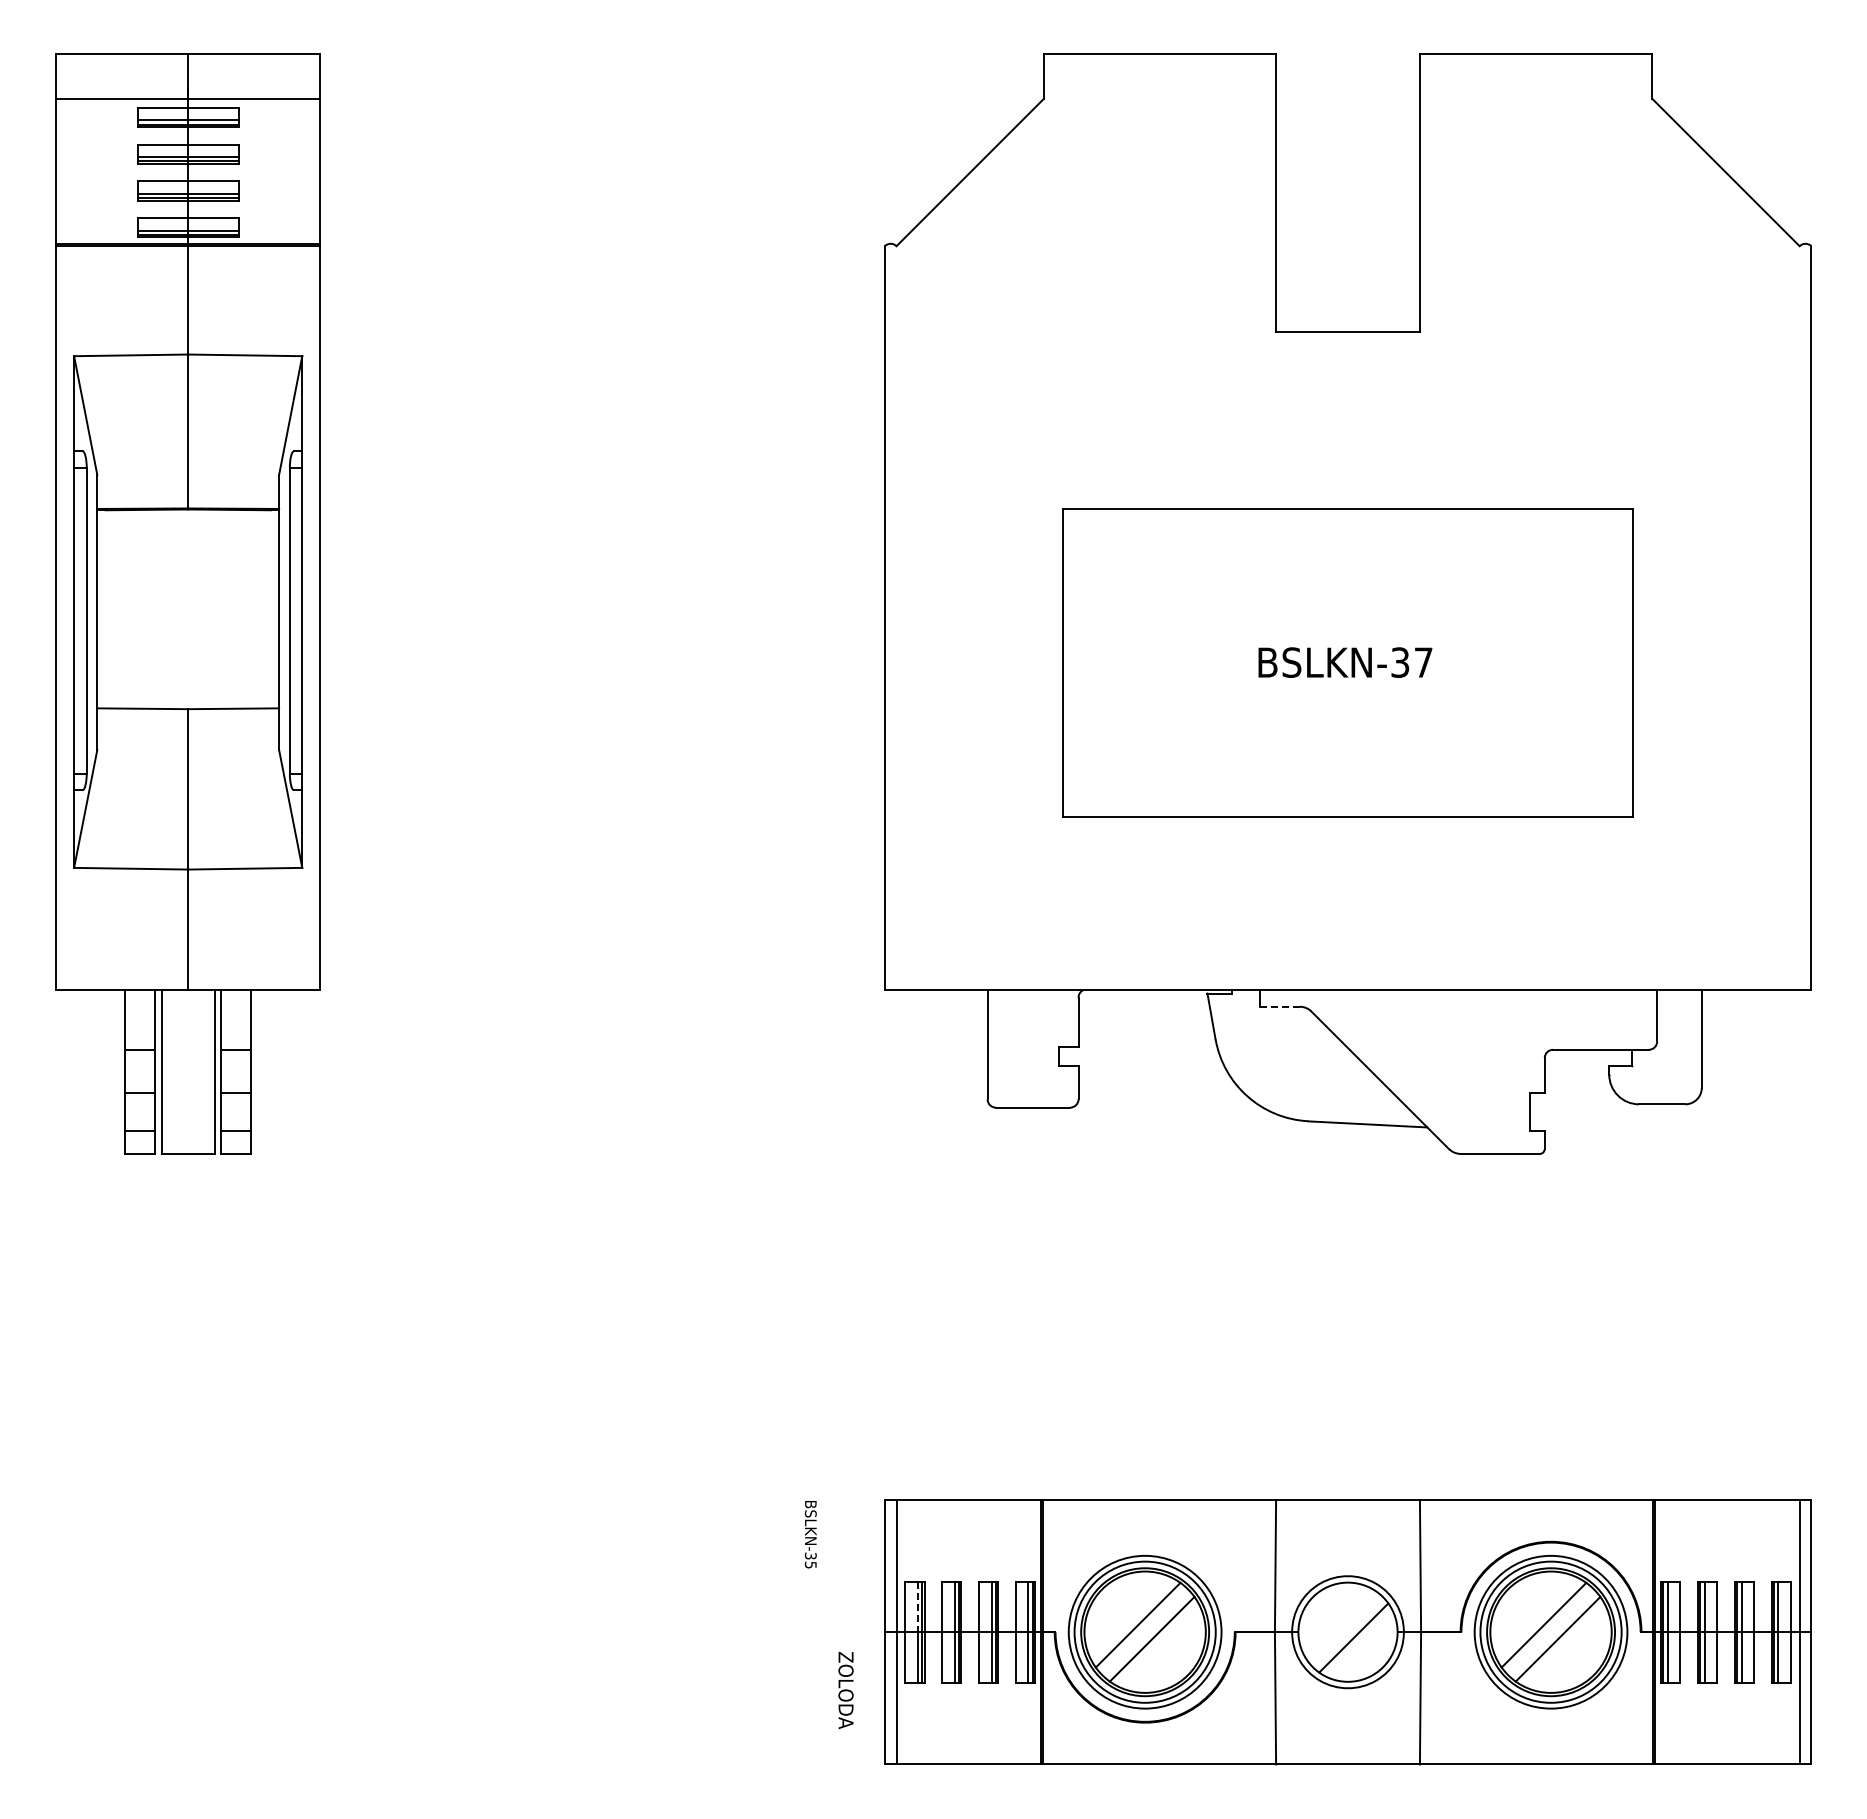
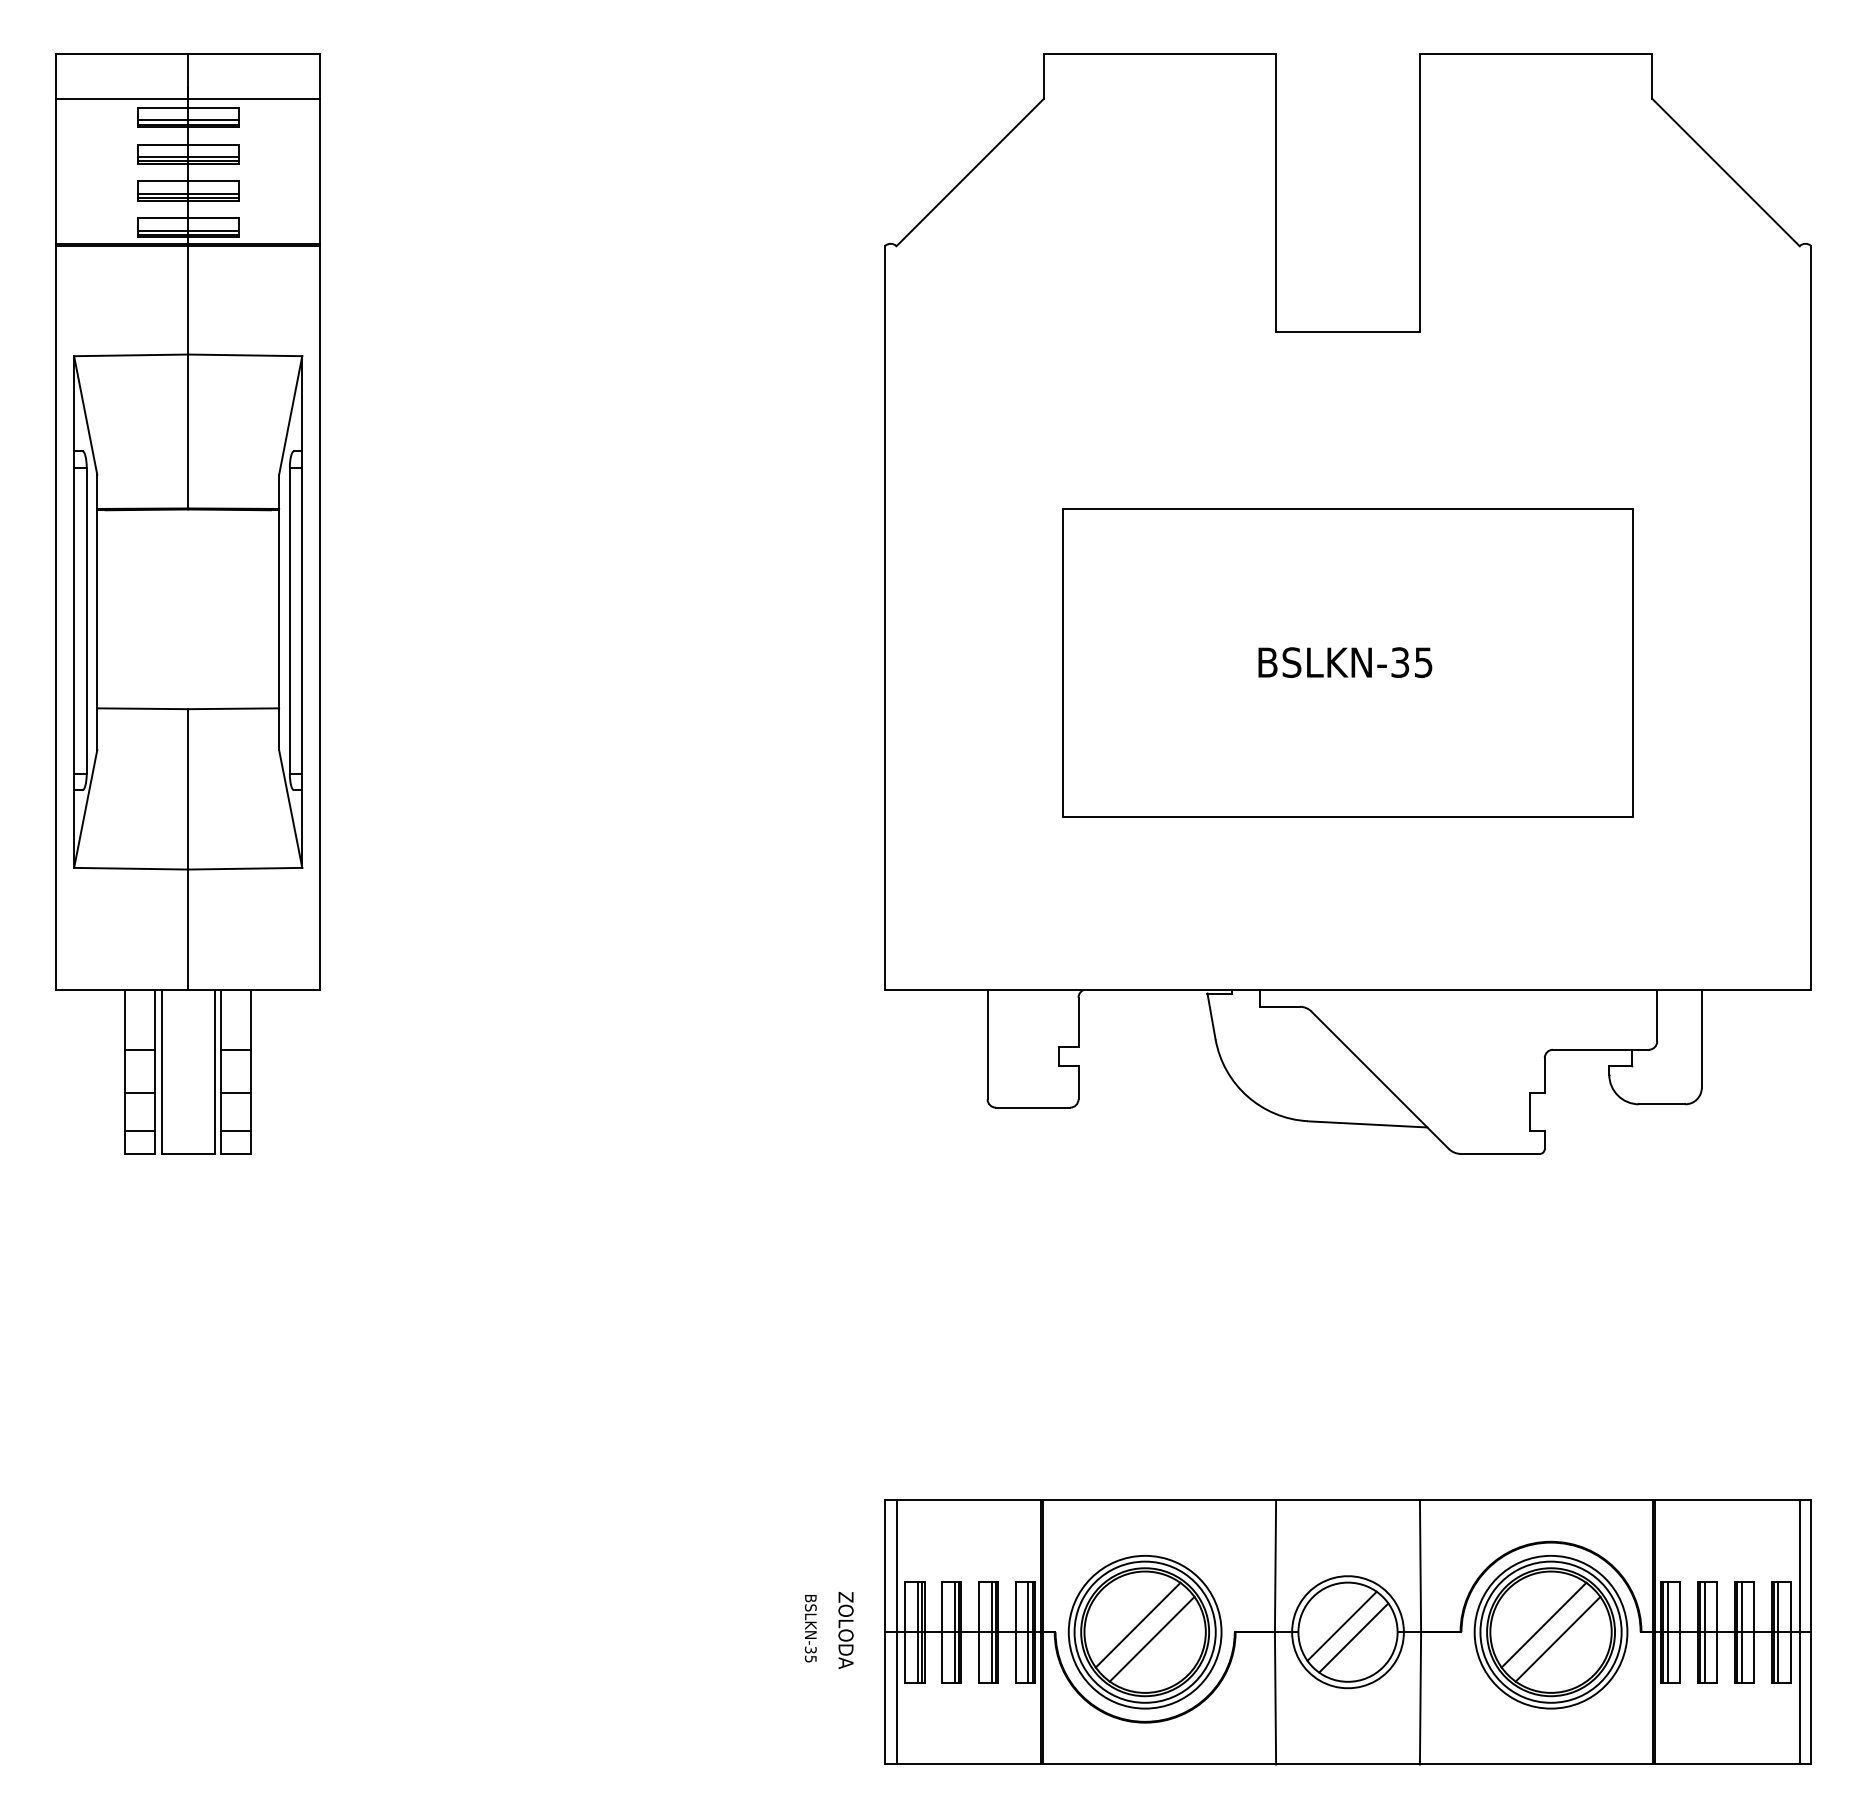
text at (1423, 662): BSLKN-37 -> BSLKN-35
line at (1280, 1006): dashed -> solid
text at (810, 1534) position: (810, 1534) -> (810, 1628)
line at (917, 1607): dashed -> solid
line at (1341, 1625): none -> present
text at (845, 1690) position: (845, 1690) -> (845, 1630)
